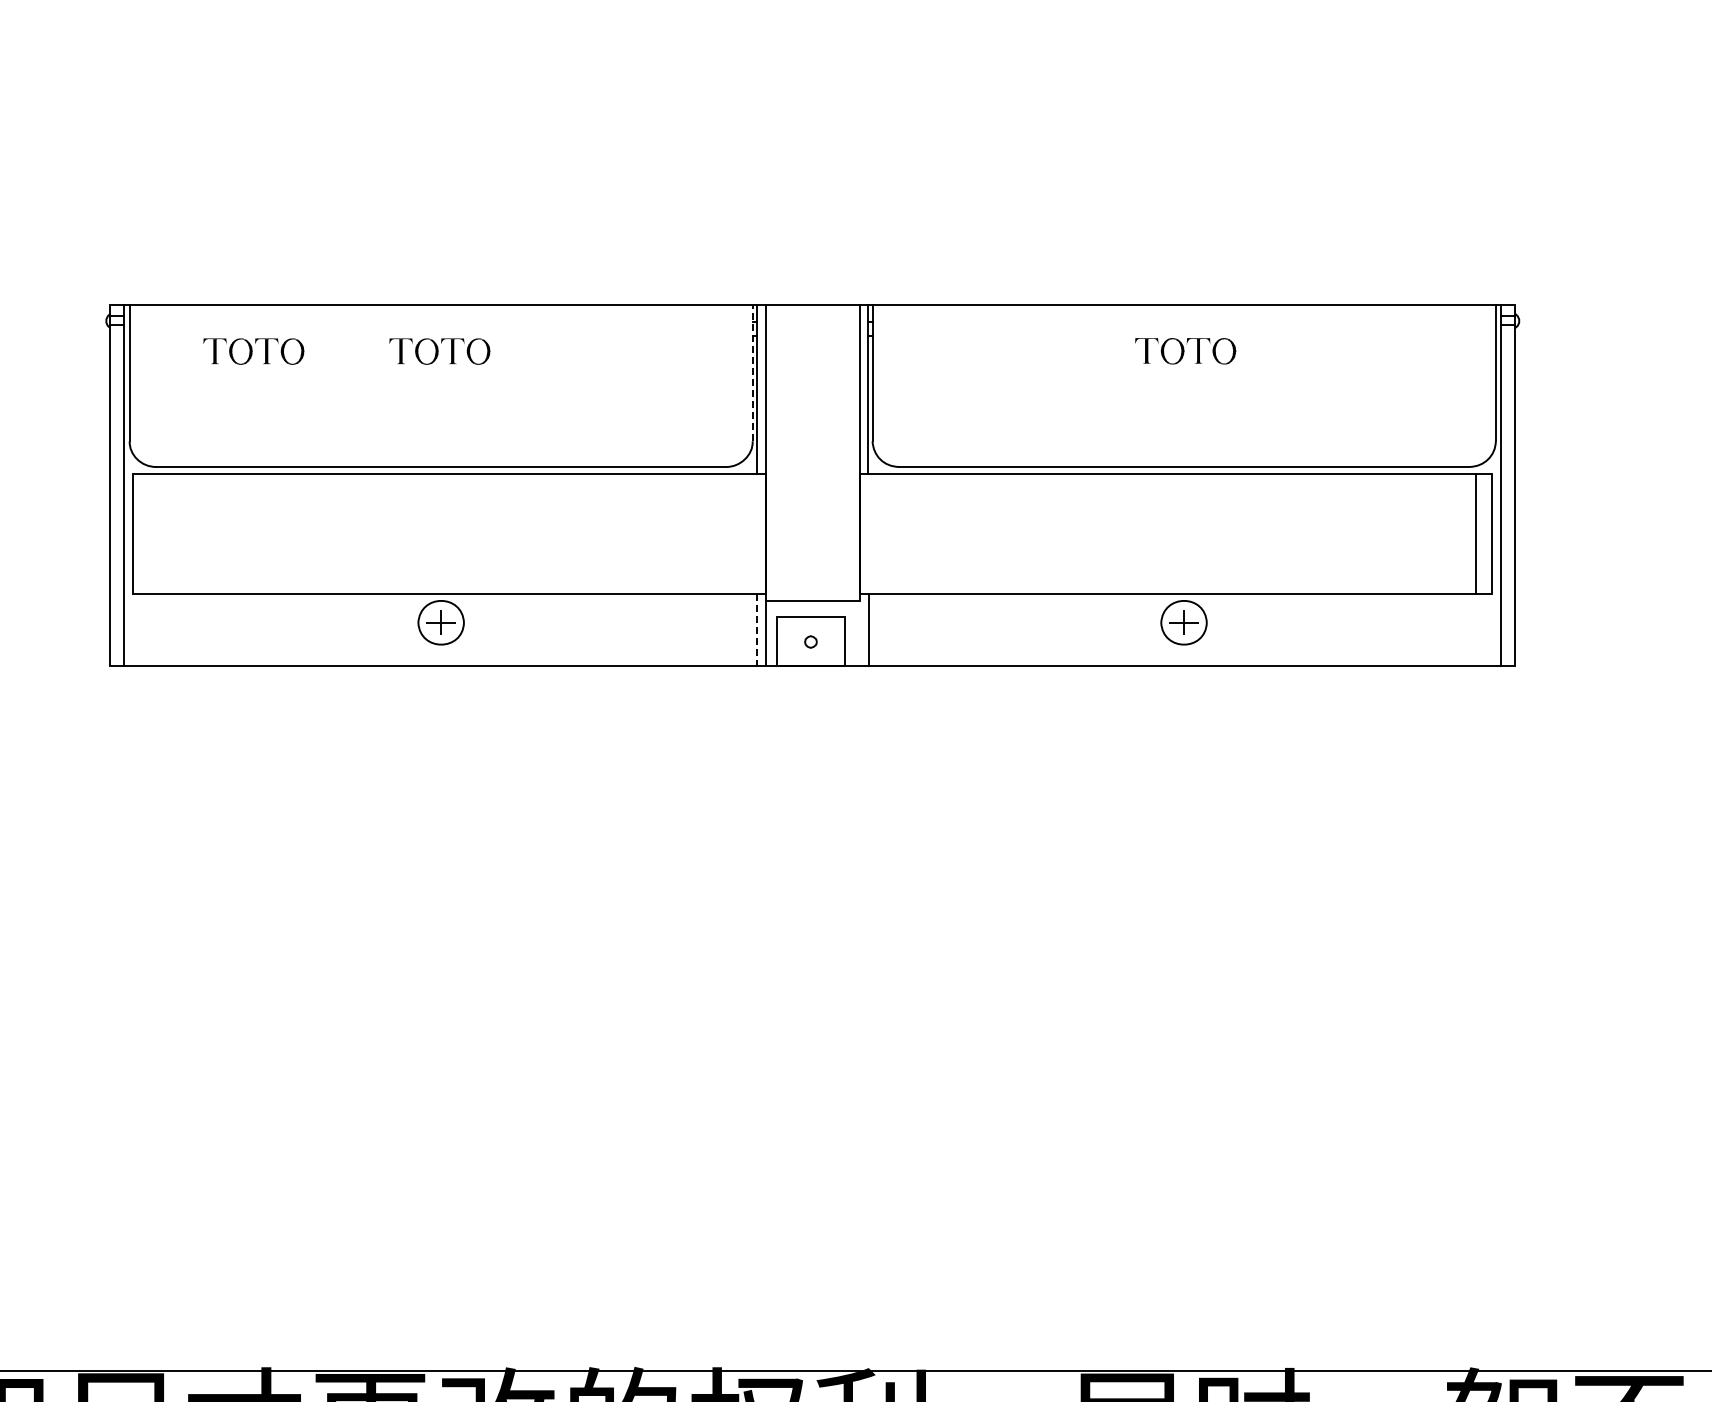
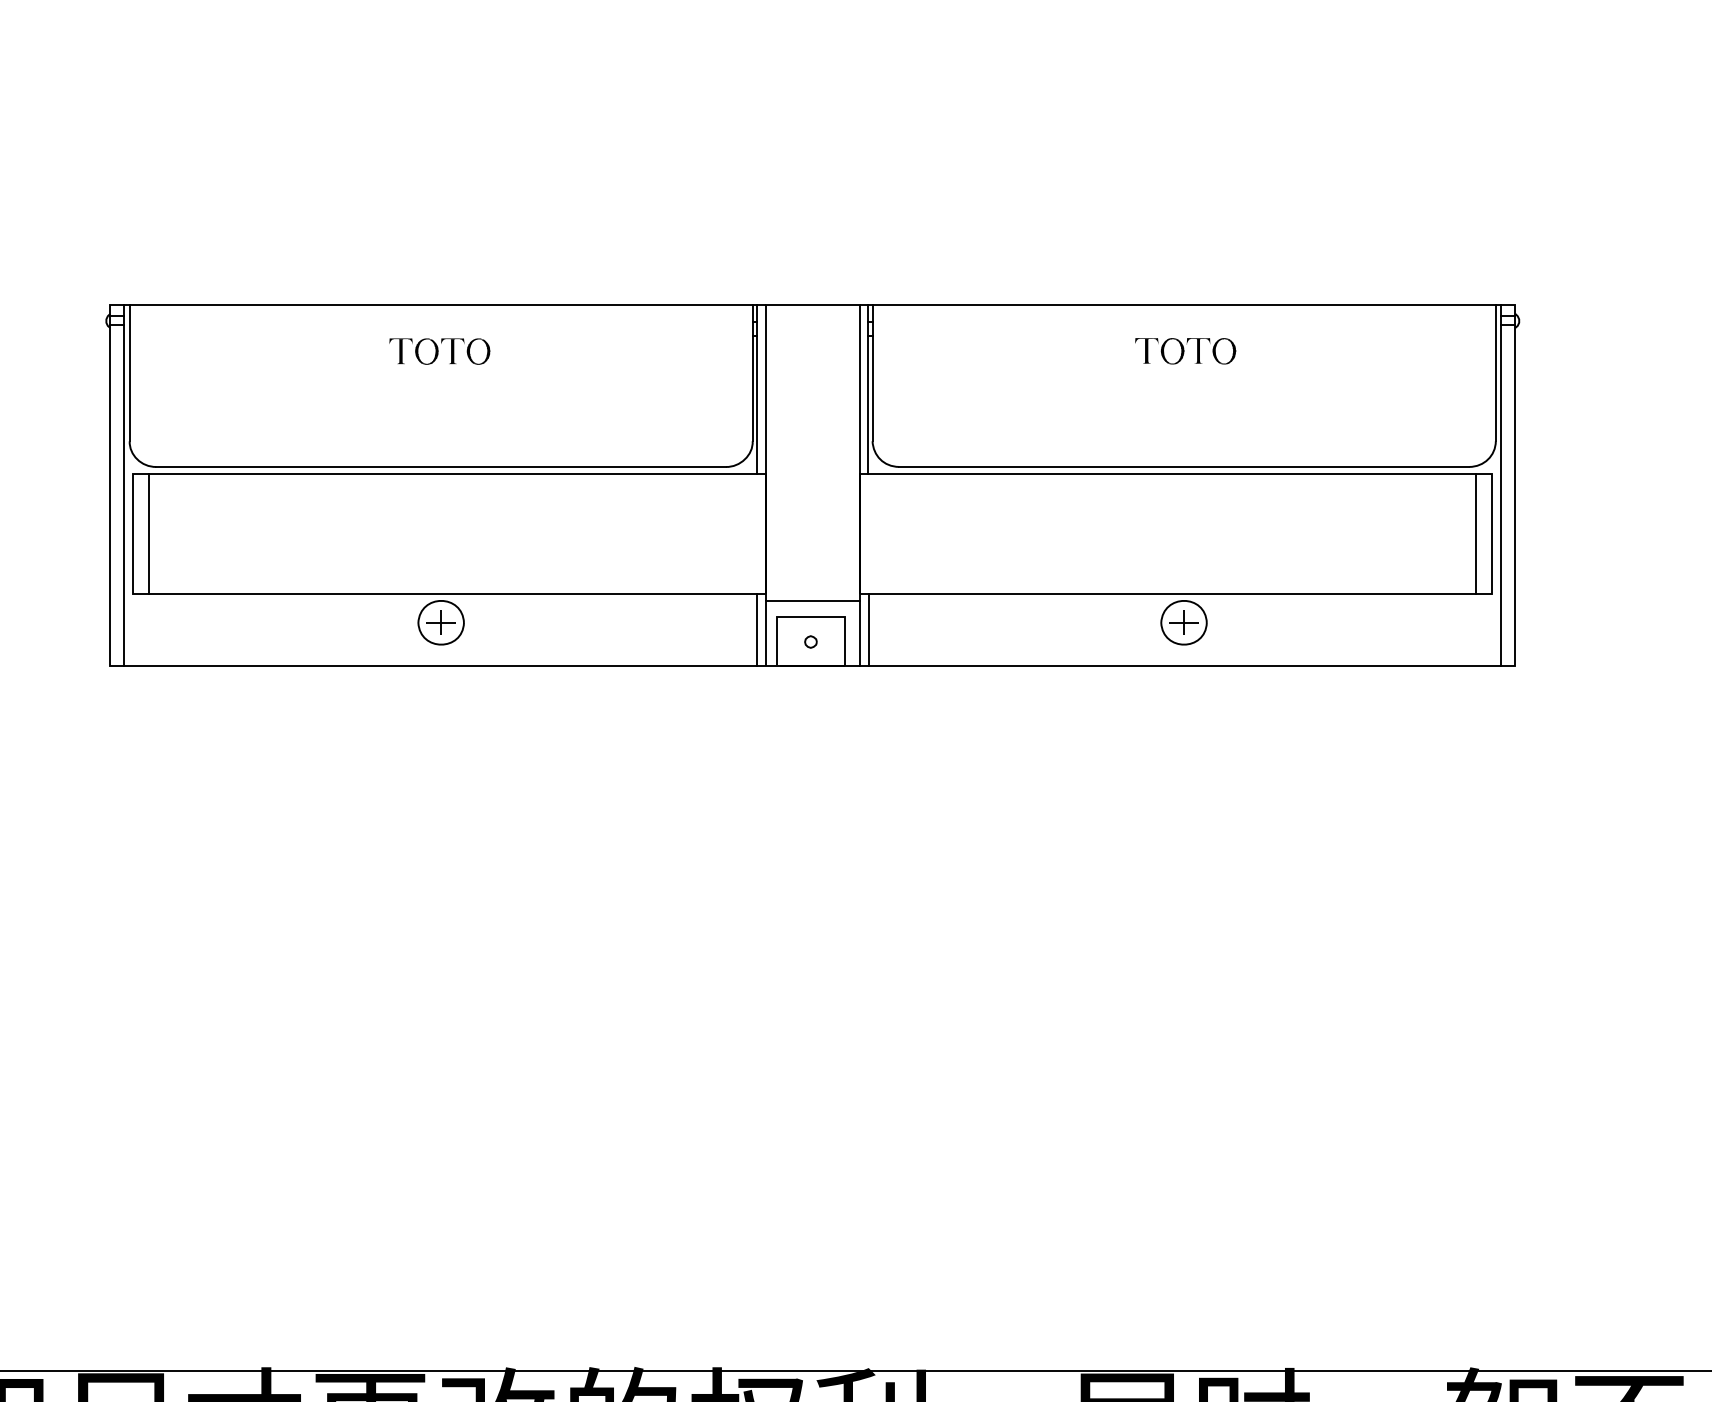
part at (253, 351): present -> none
line at (752, 373): dashed -> solid
line at (148, 533): none -> present
line at (756, 630): dashed -> solid
line at (859, 633): none -> present
